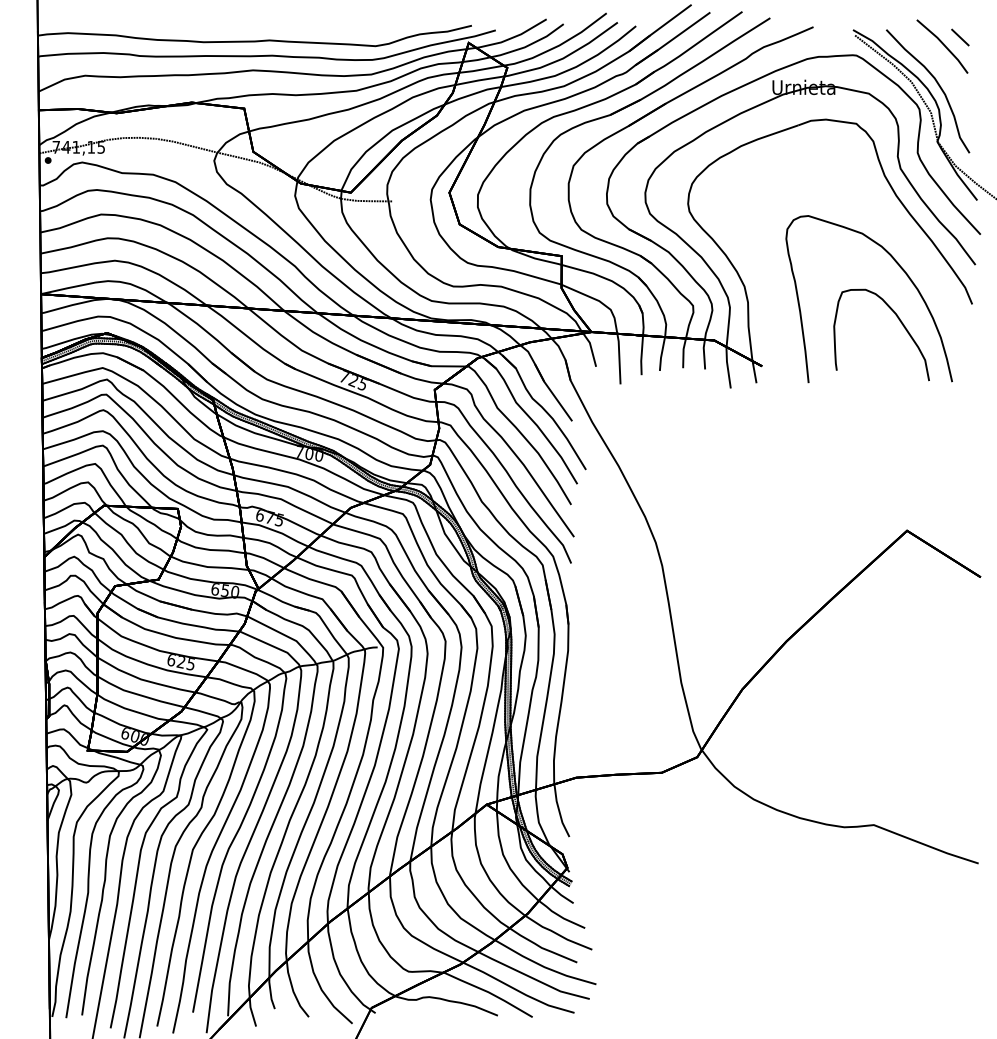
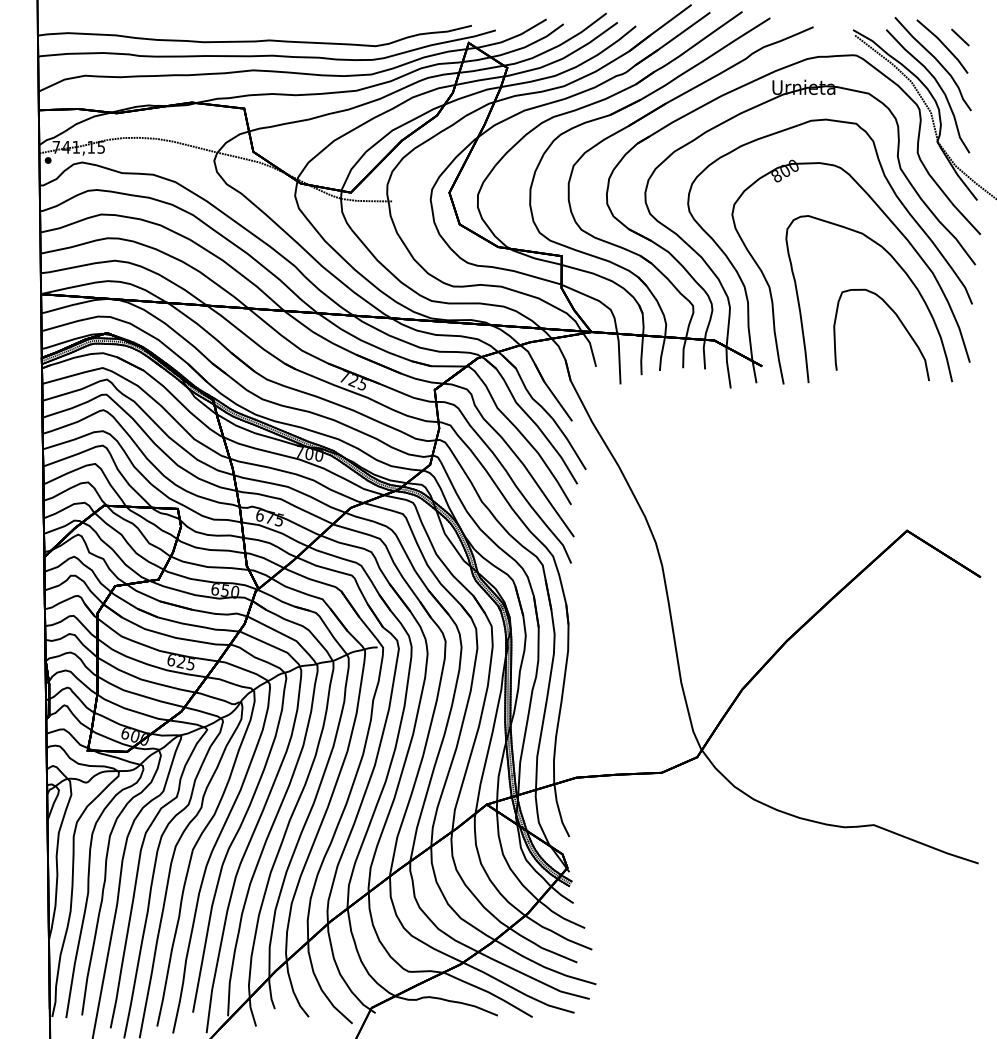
curve at (936, 61): none -> present
part at (897, 230): none -> present
